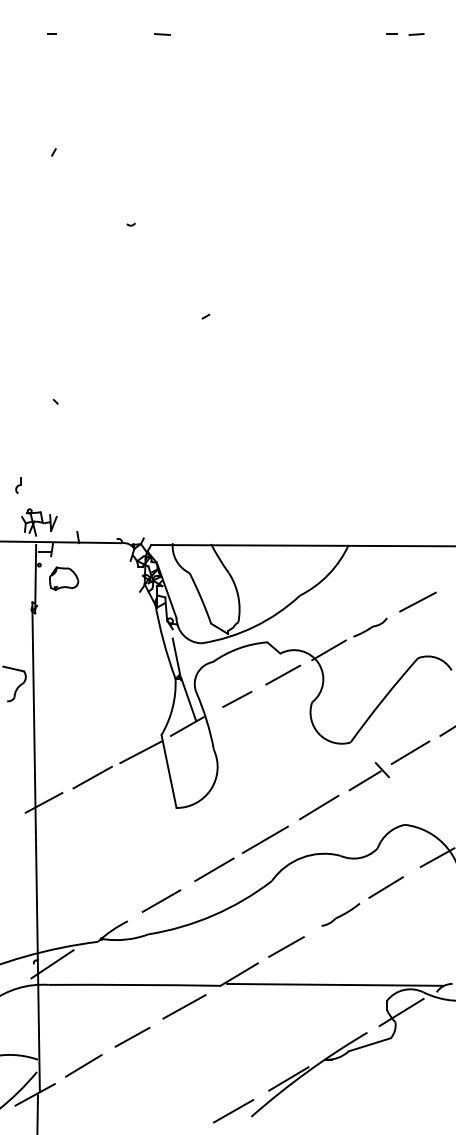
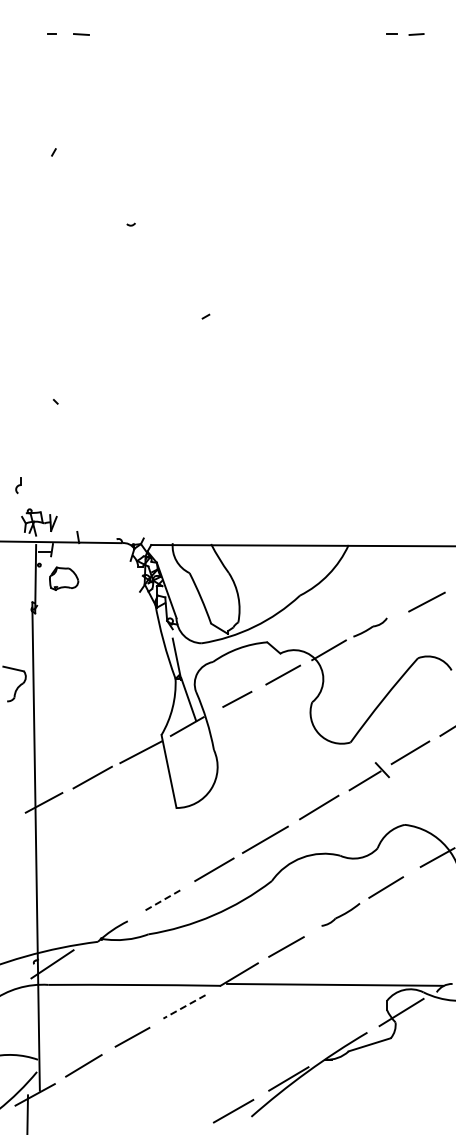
line at (162, 34) position: (162, 34) -> (81, 34)
line at (417, 601) position: (417, 601) -> (426, 601)
line at (161, 901): solid -> dashed
line at (184, 1007): solid -> dashed
line at (37, 1113) position: (37, 1113) -> (27, 1113)
